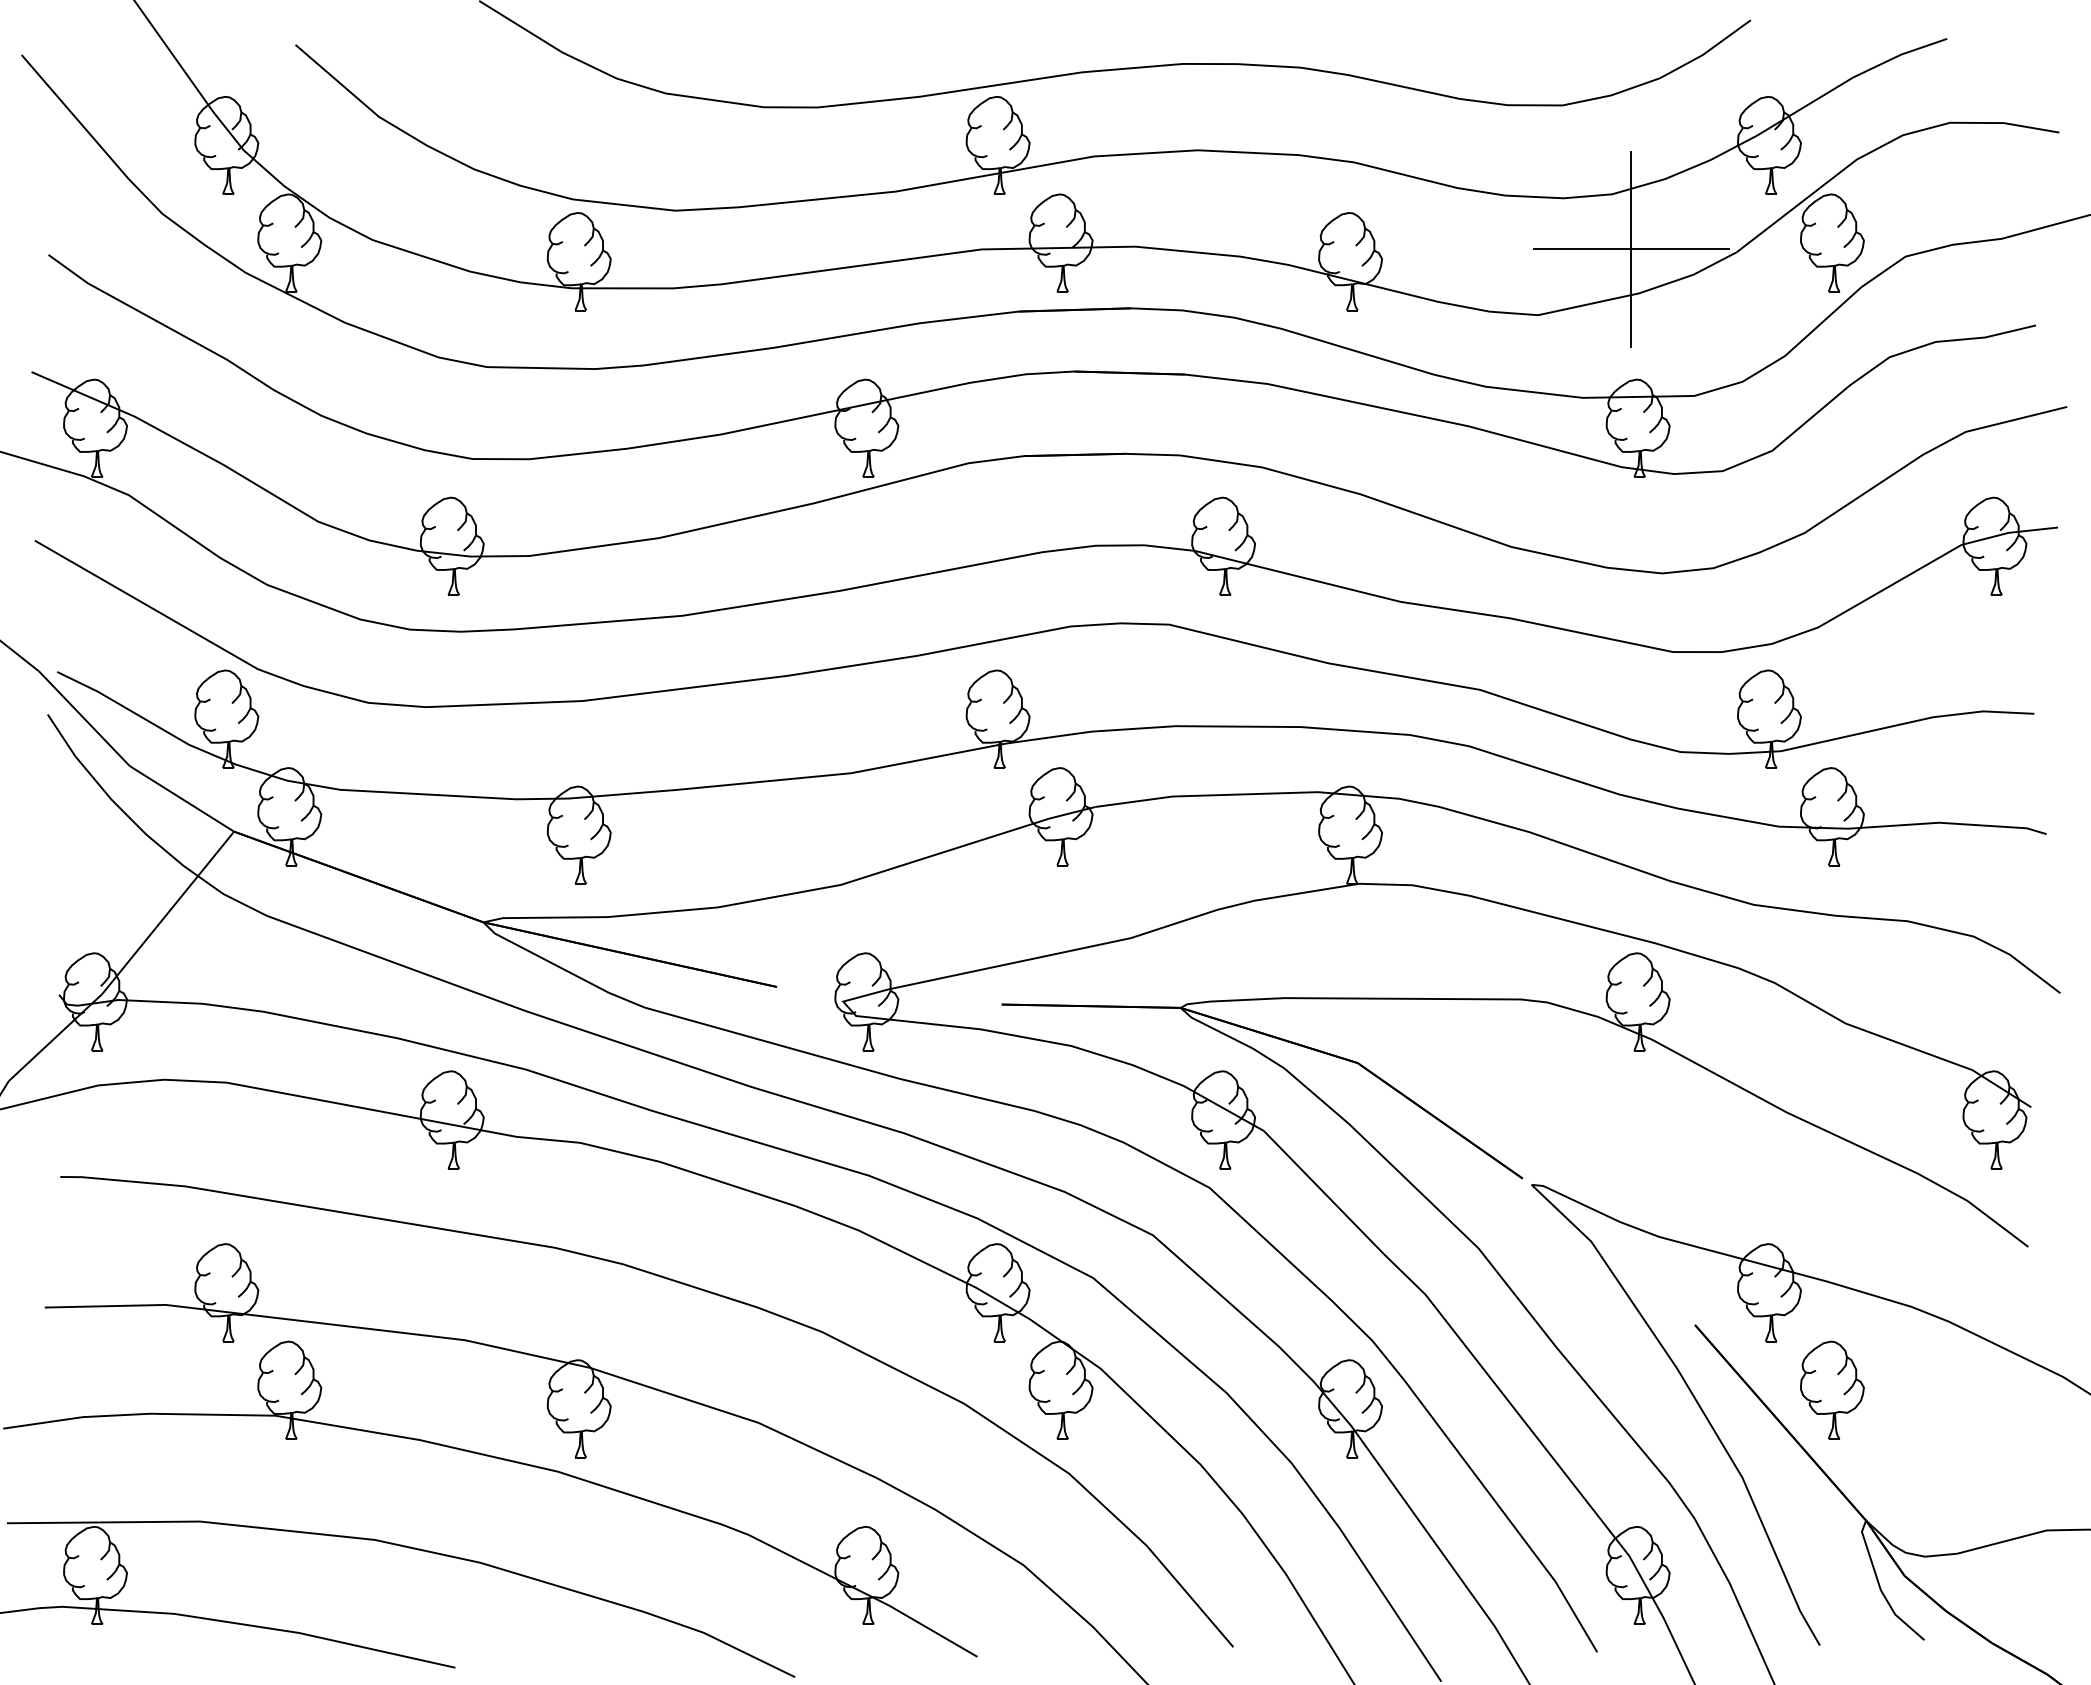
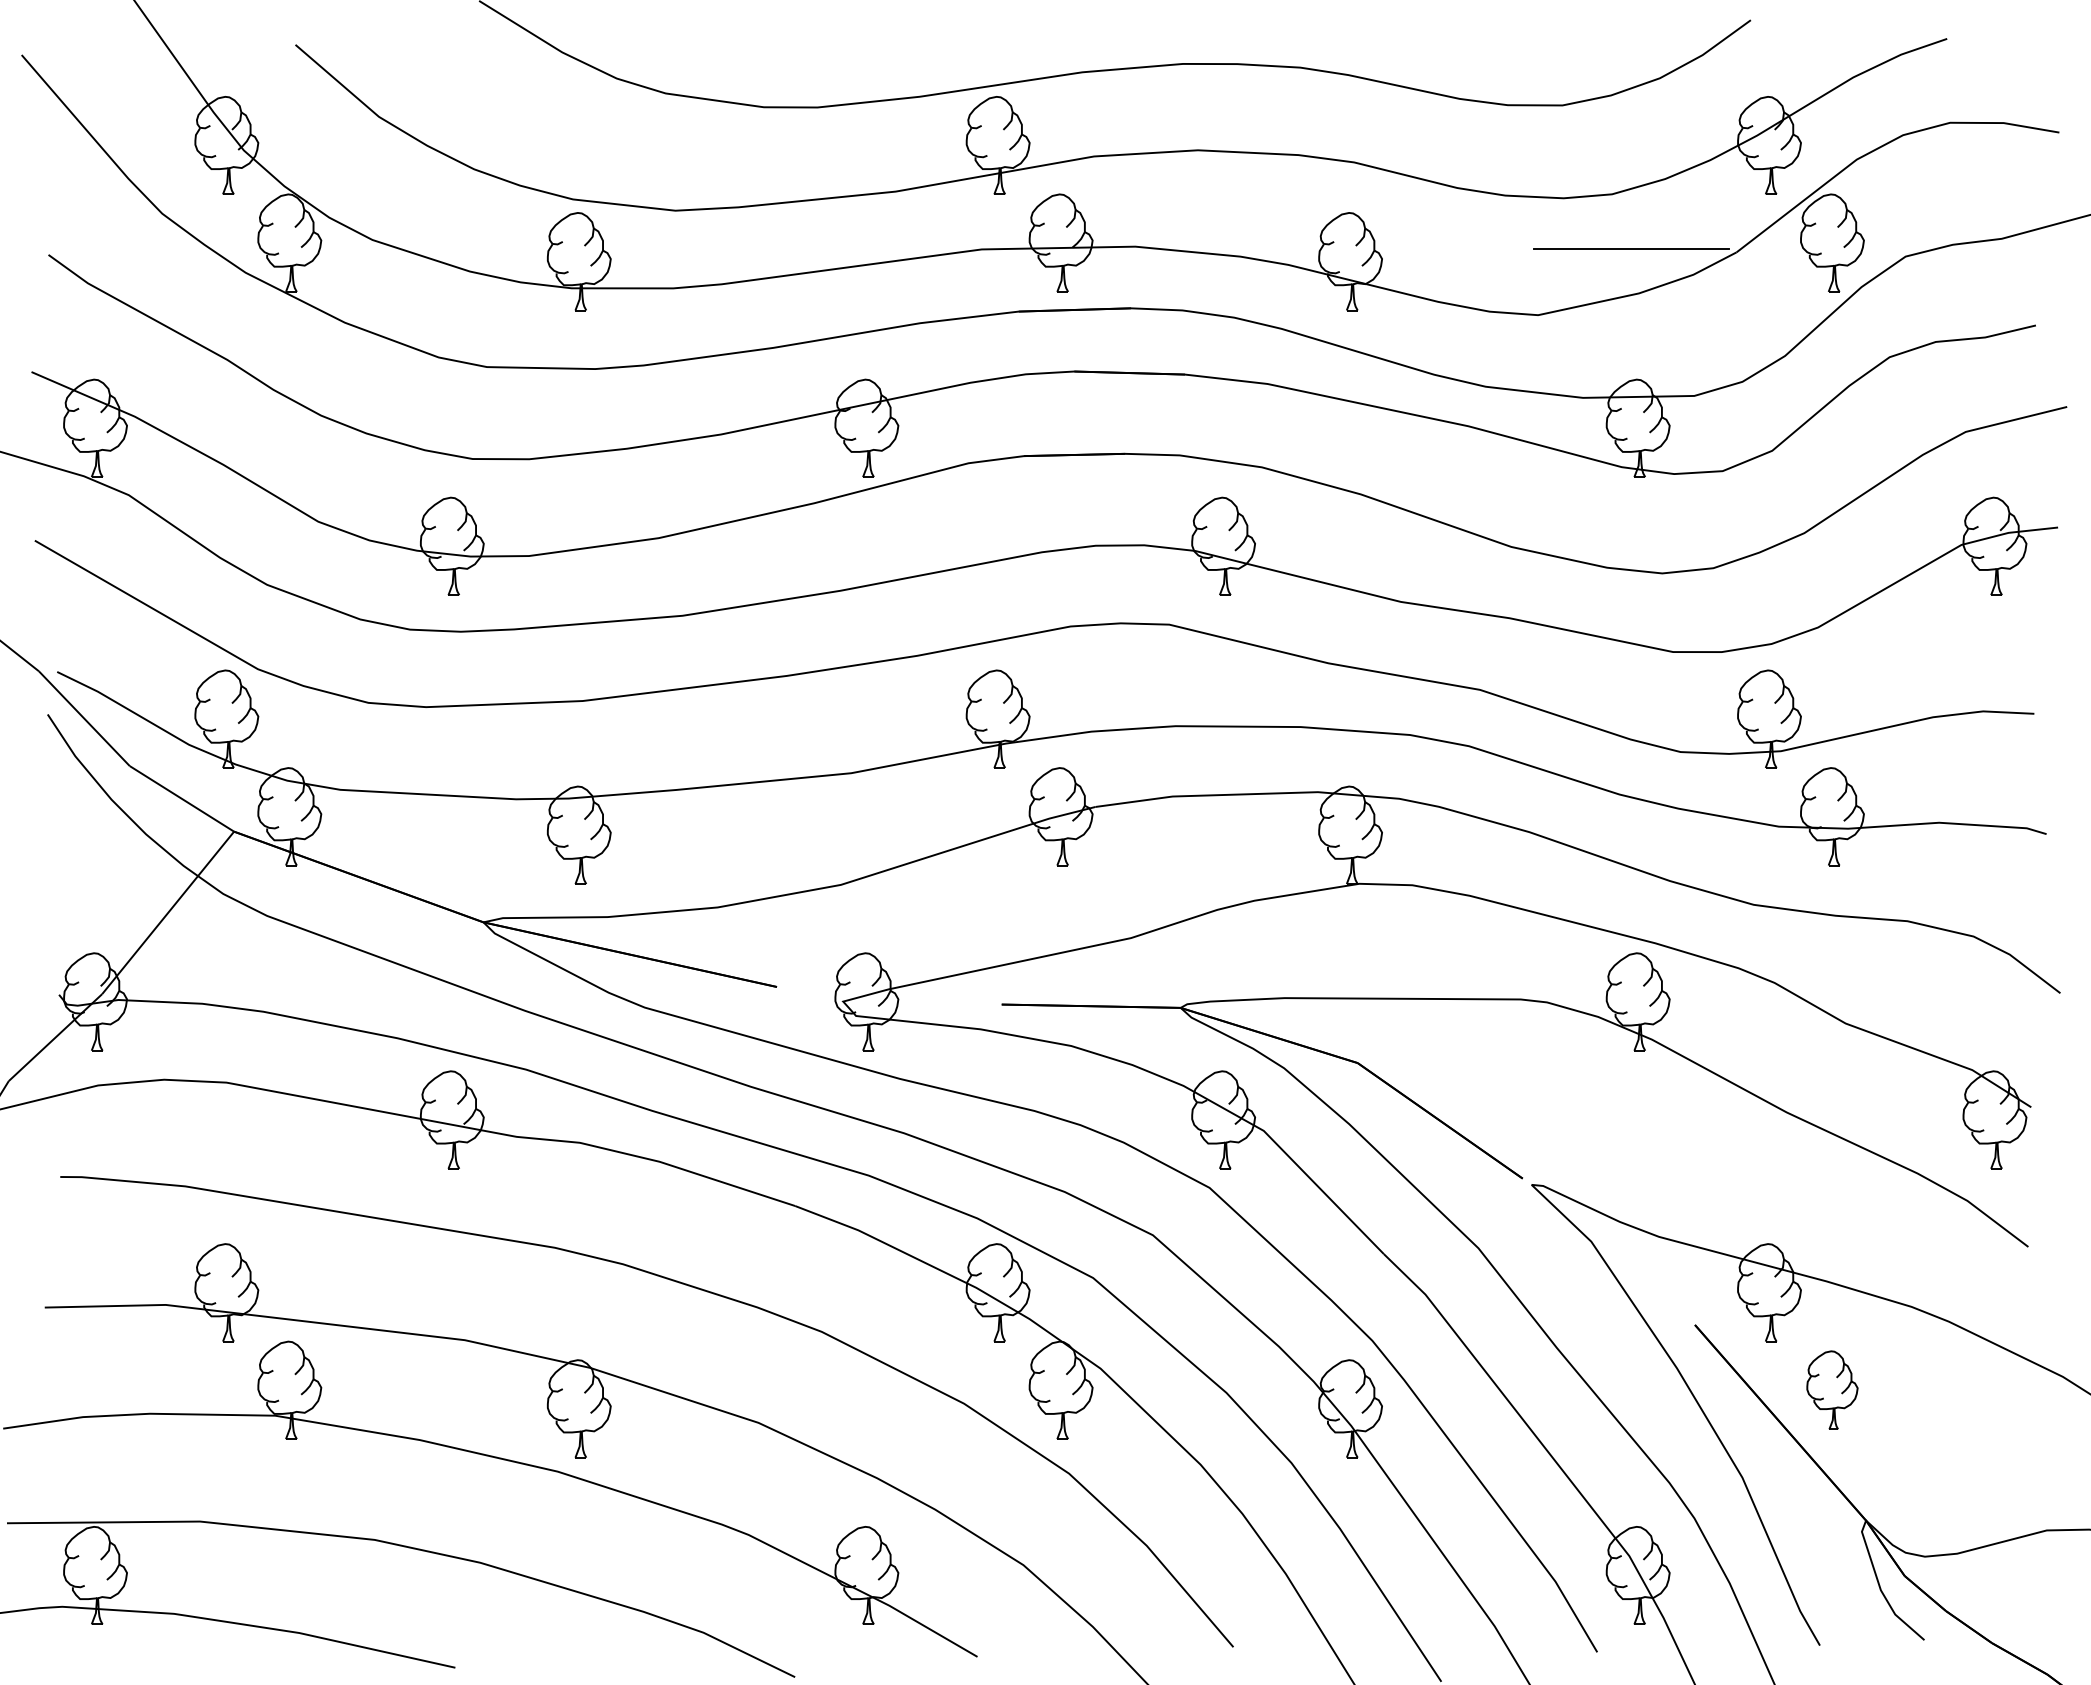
line at (1631, 249): present -> none
part at (1832, 1389) size: 65x100 px -> 53x80 px
